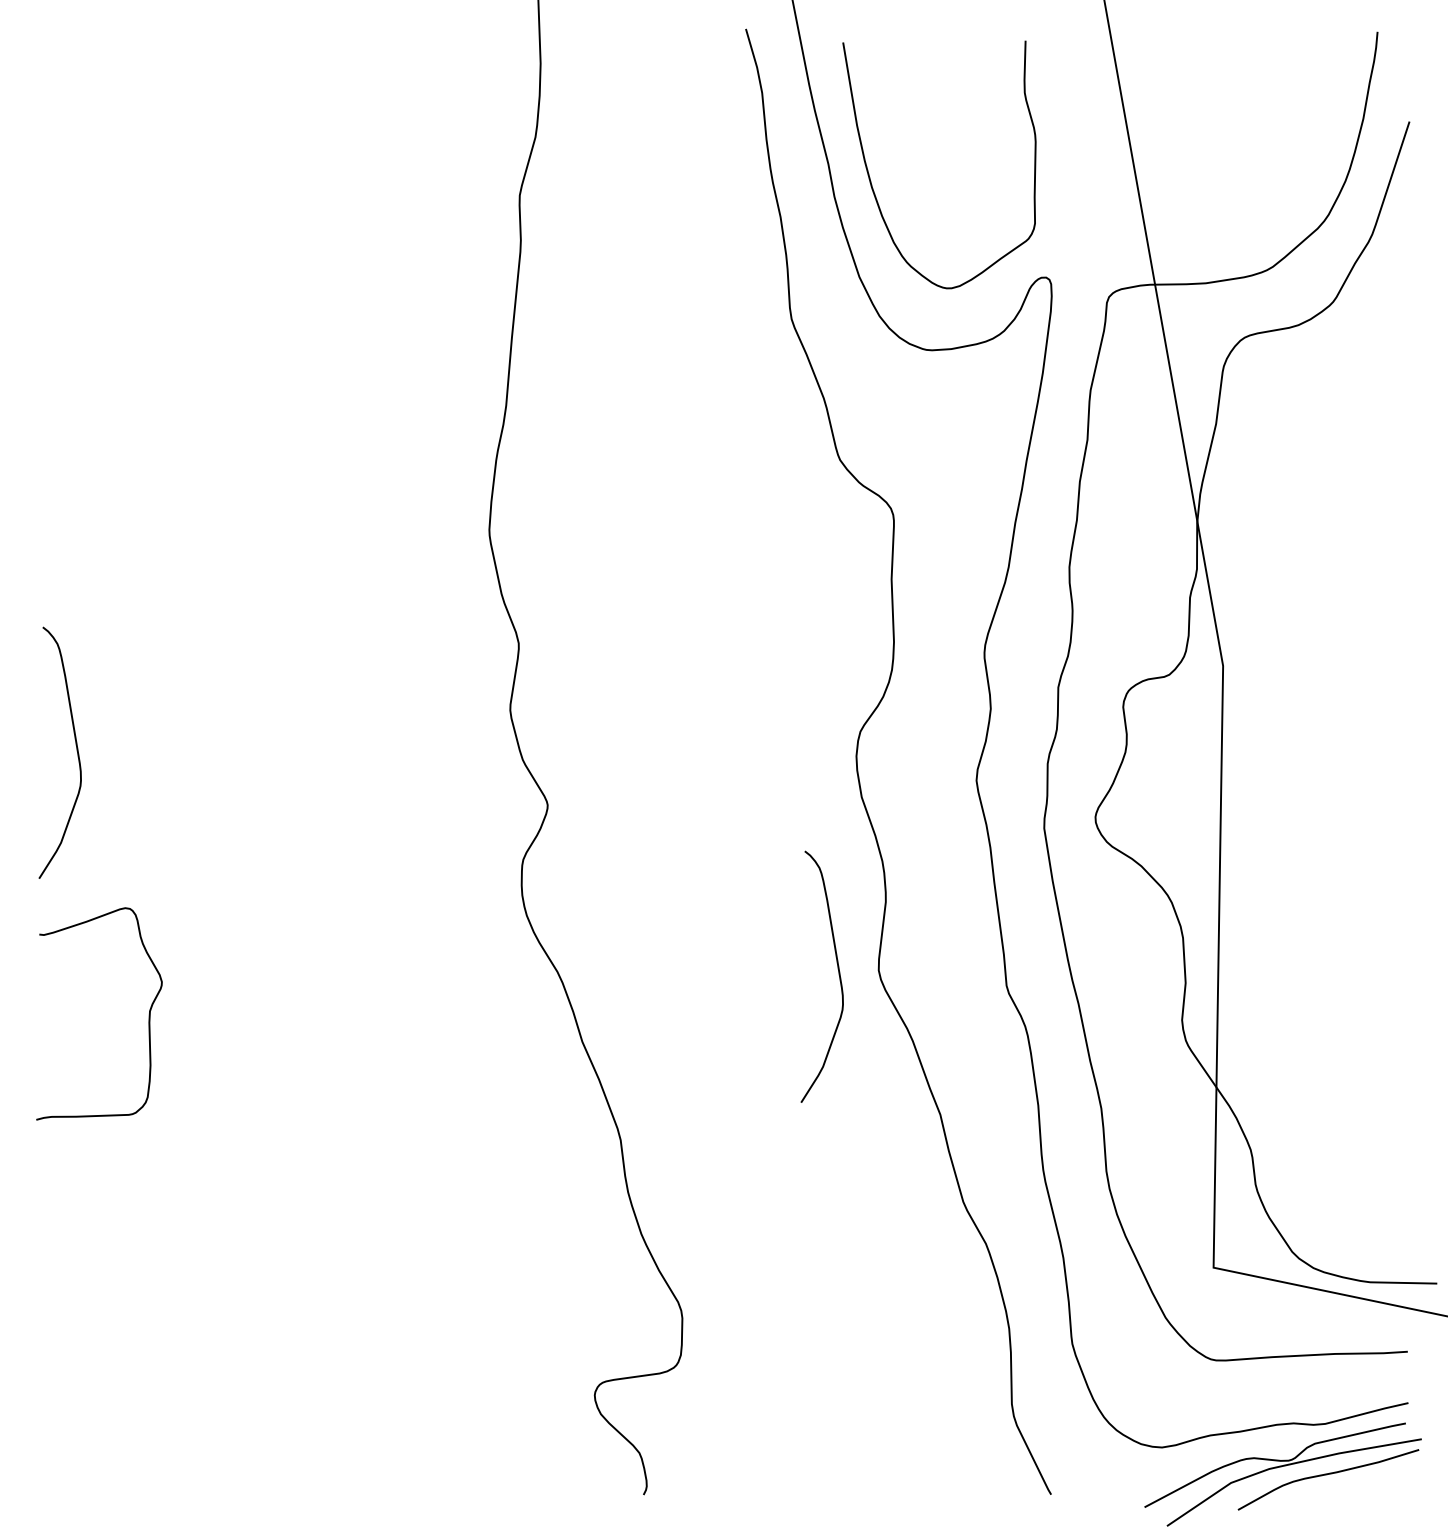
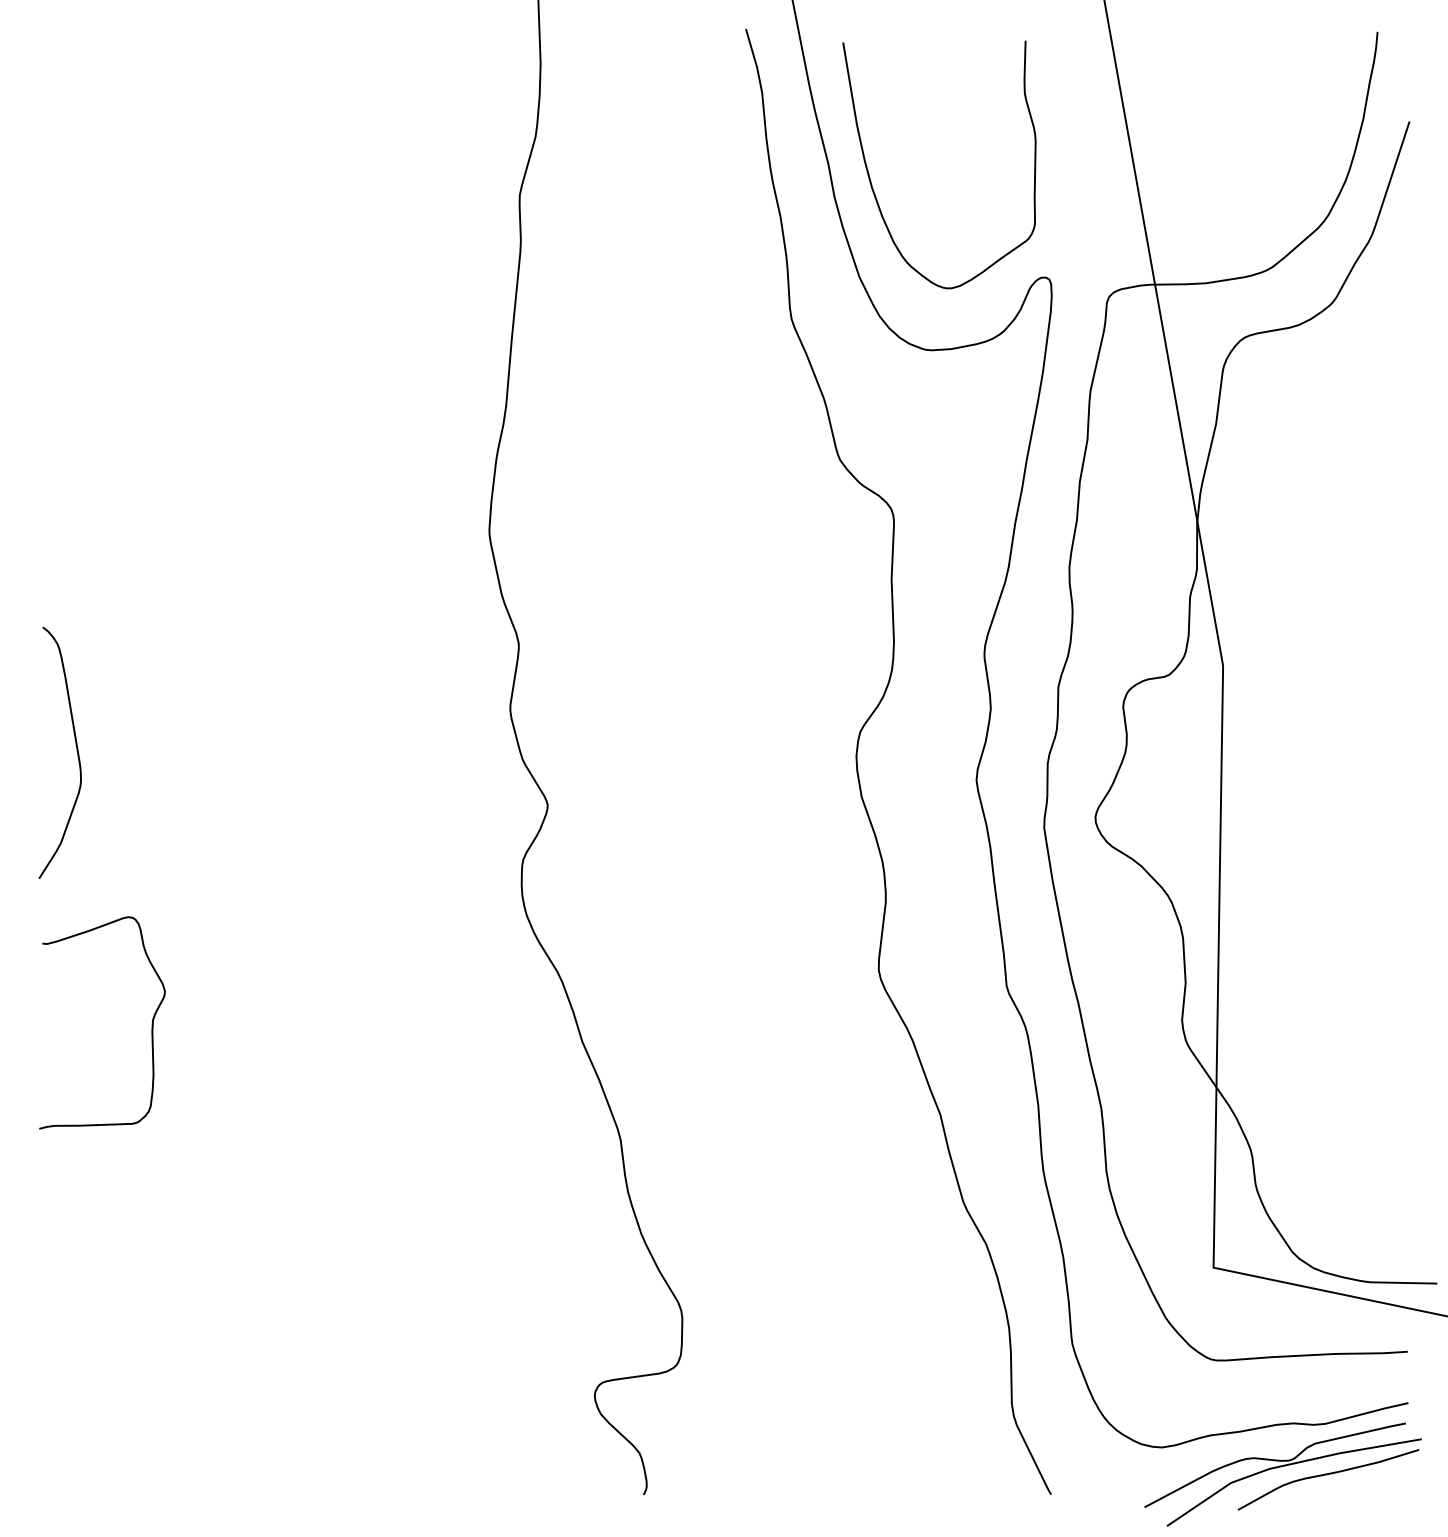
curve at (838, 975): present -> none
curve at (148, 1014) position: (148, 1014) -> (151, 1023)
